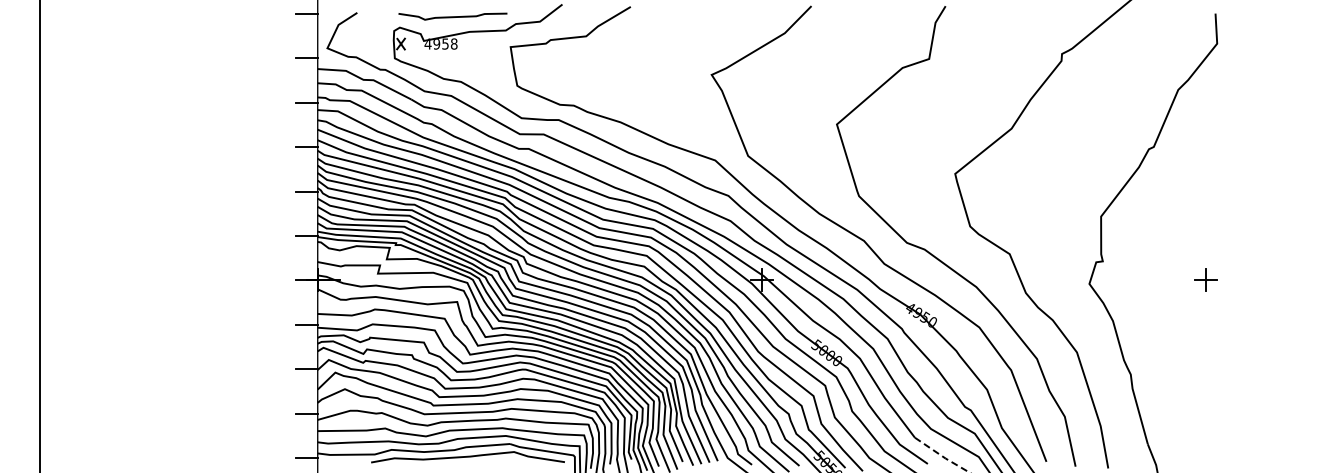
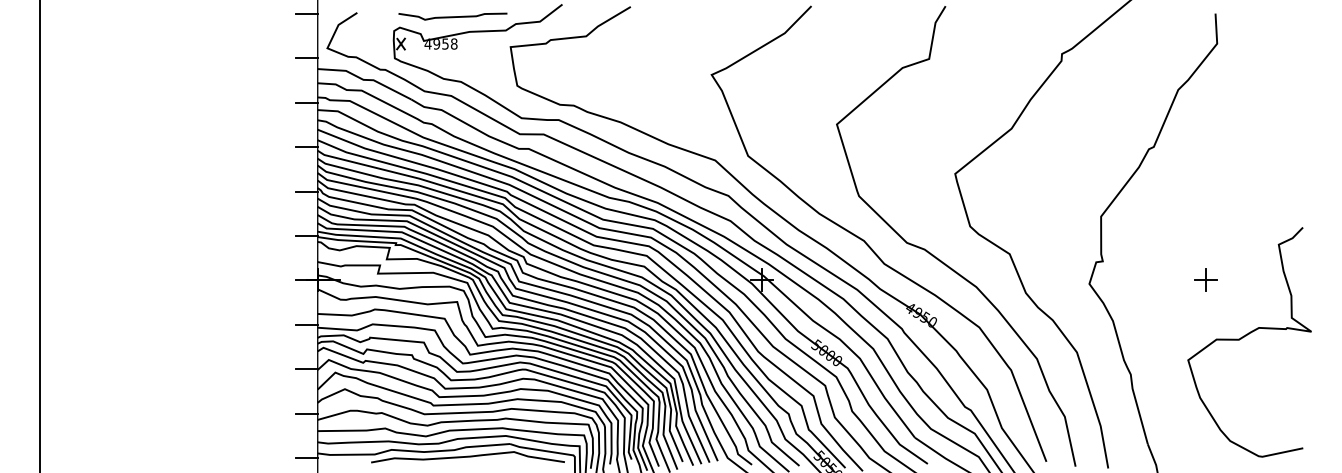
curve at (1246, 336): none -> present
line at (942, 456): dashed -> solid
